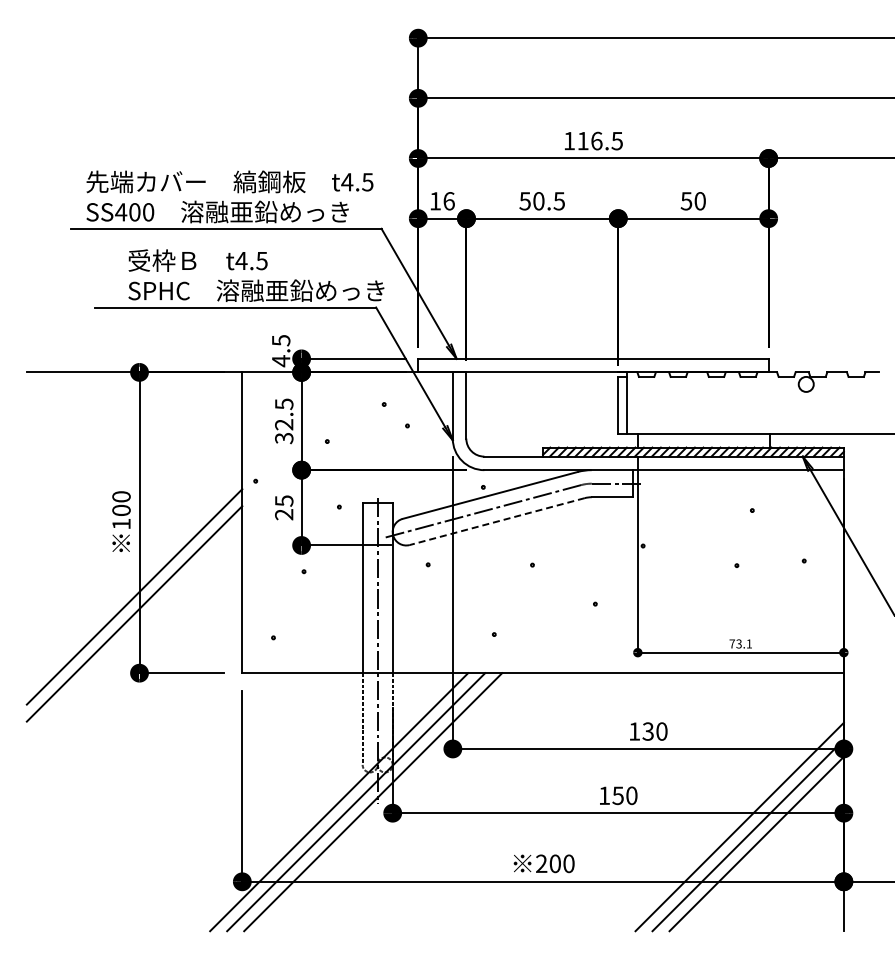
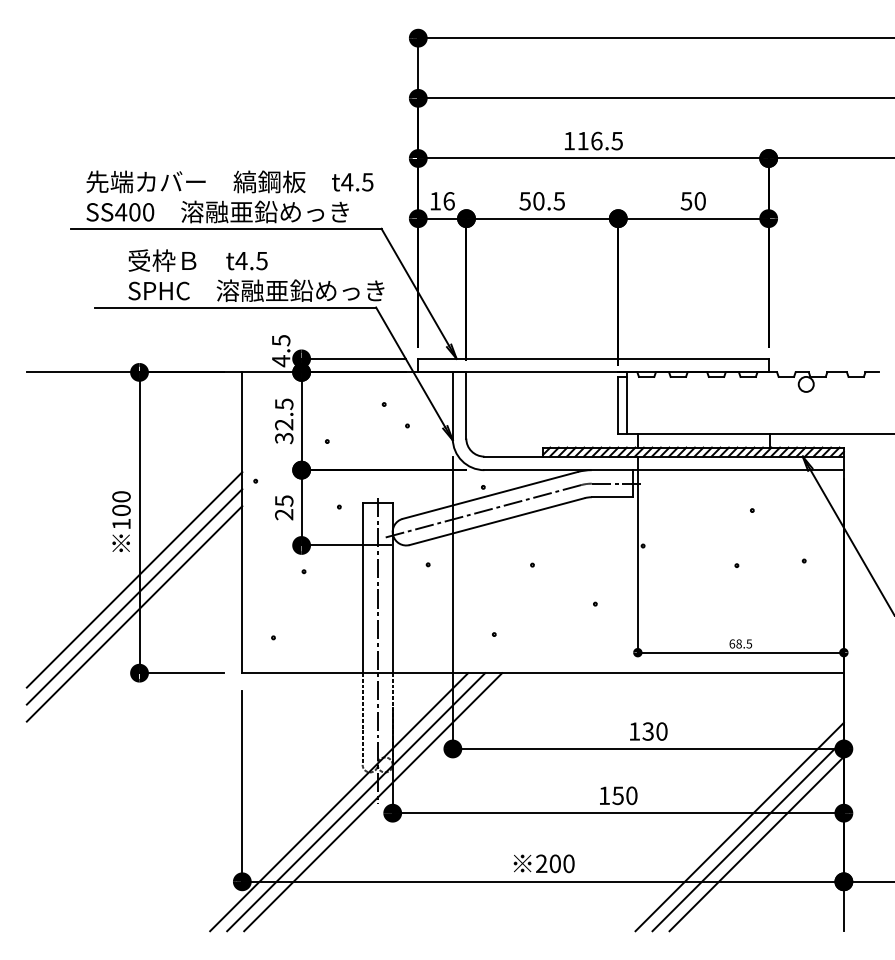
line at (497, 521): dashed -> solid
line at (134, 579): none -> present
text at (740, 643): 73.1 -> 68.5
